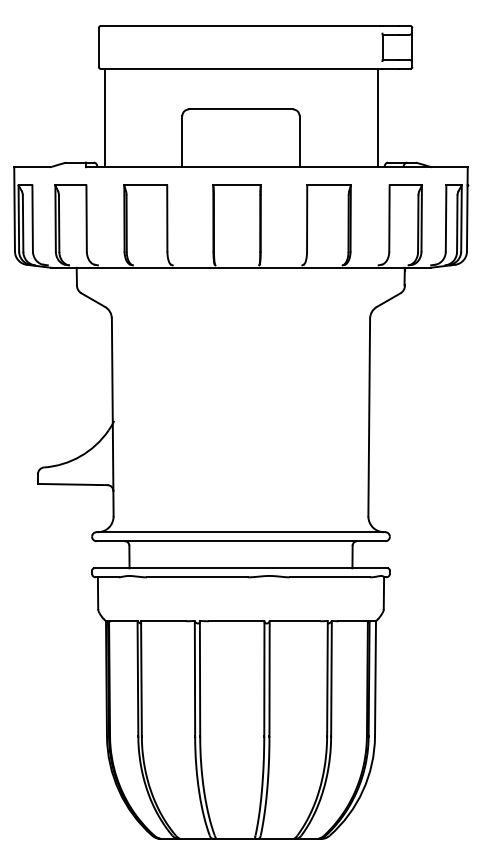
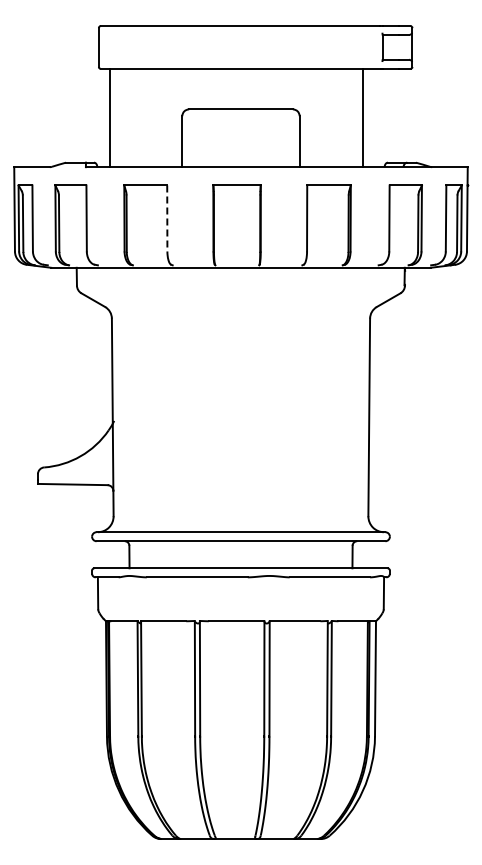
line at (104, 117) position: (104, 117) -> (109, 117)
line at (377, 117) position: (377, 117) -> (362, 117)
line at (167, 218): solid -> dashed
